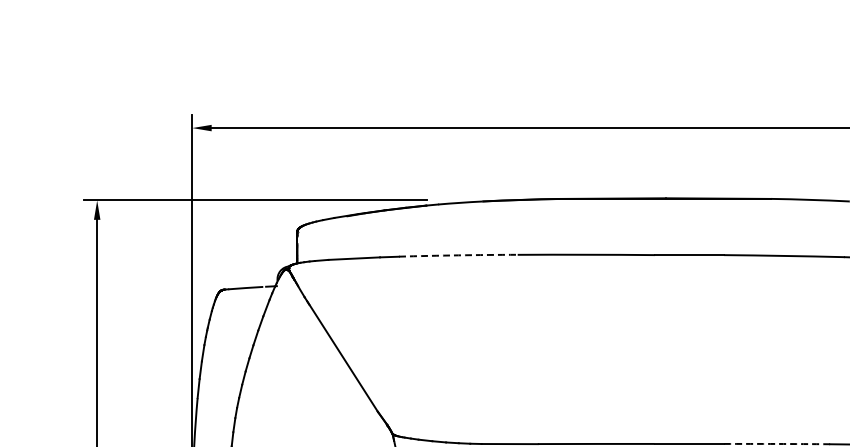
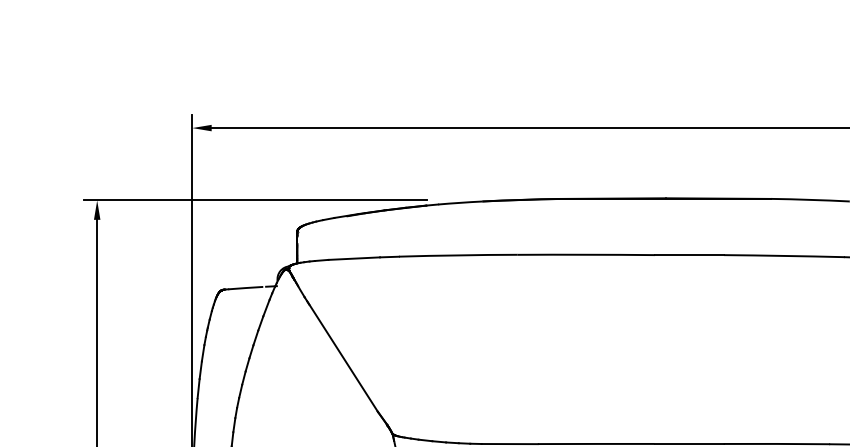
arc at (458, 255): dashed -> solid
arc at (776, 443): dashed -> solid
